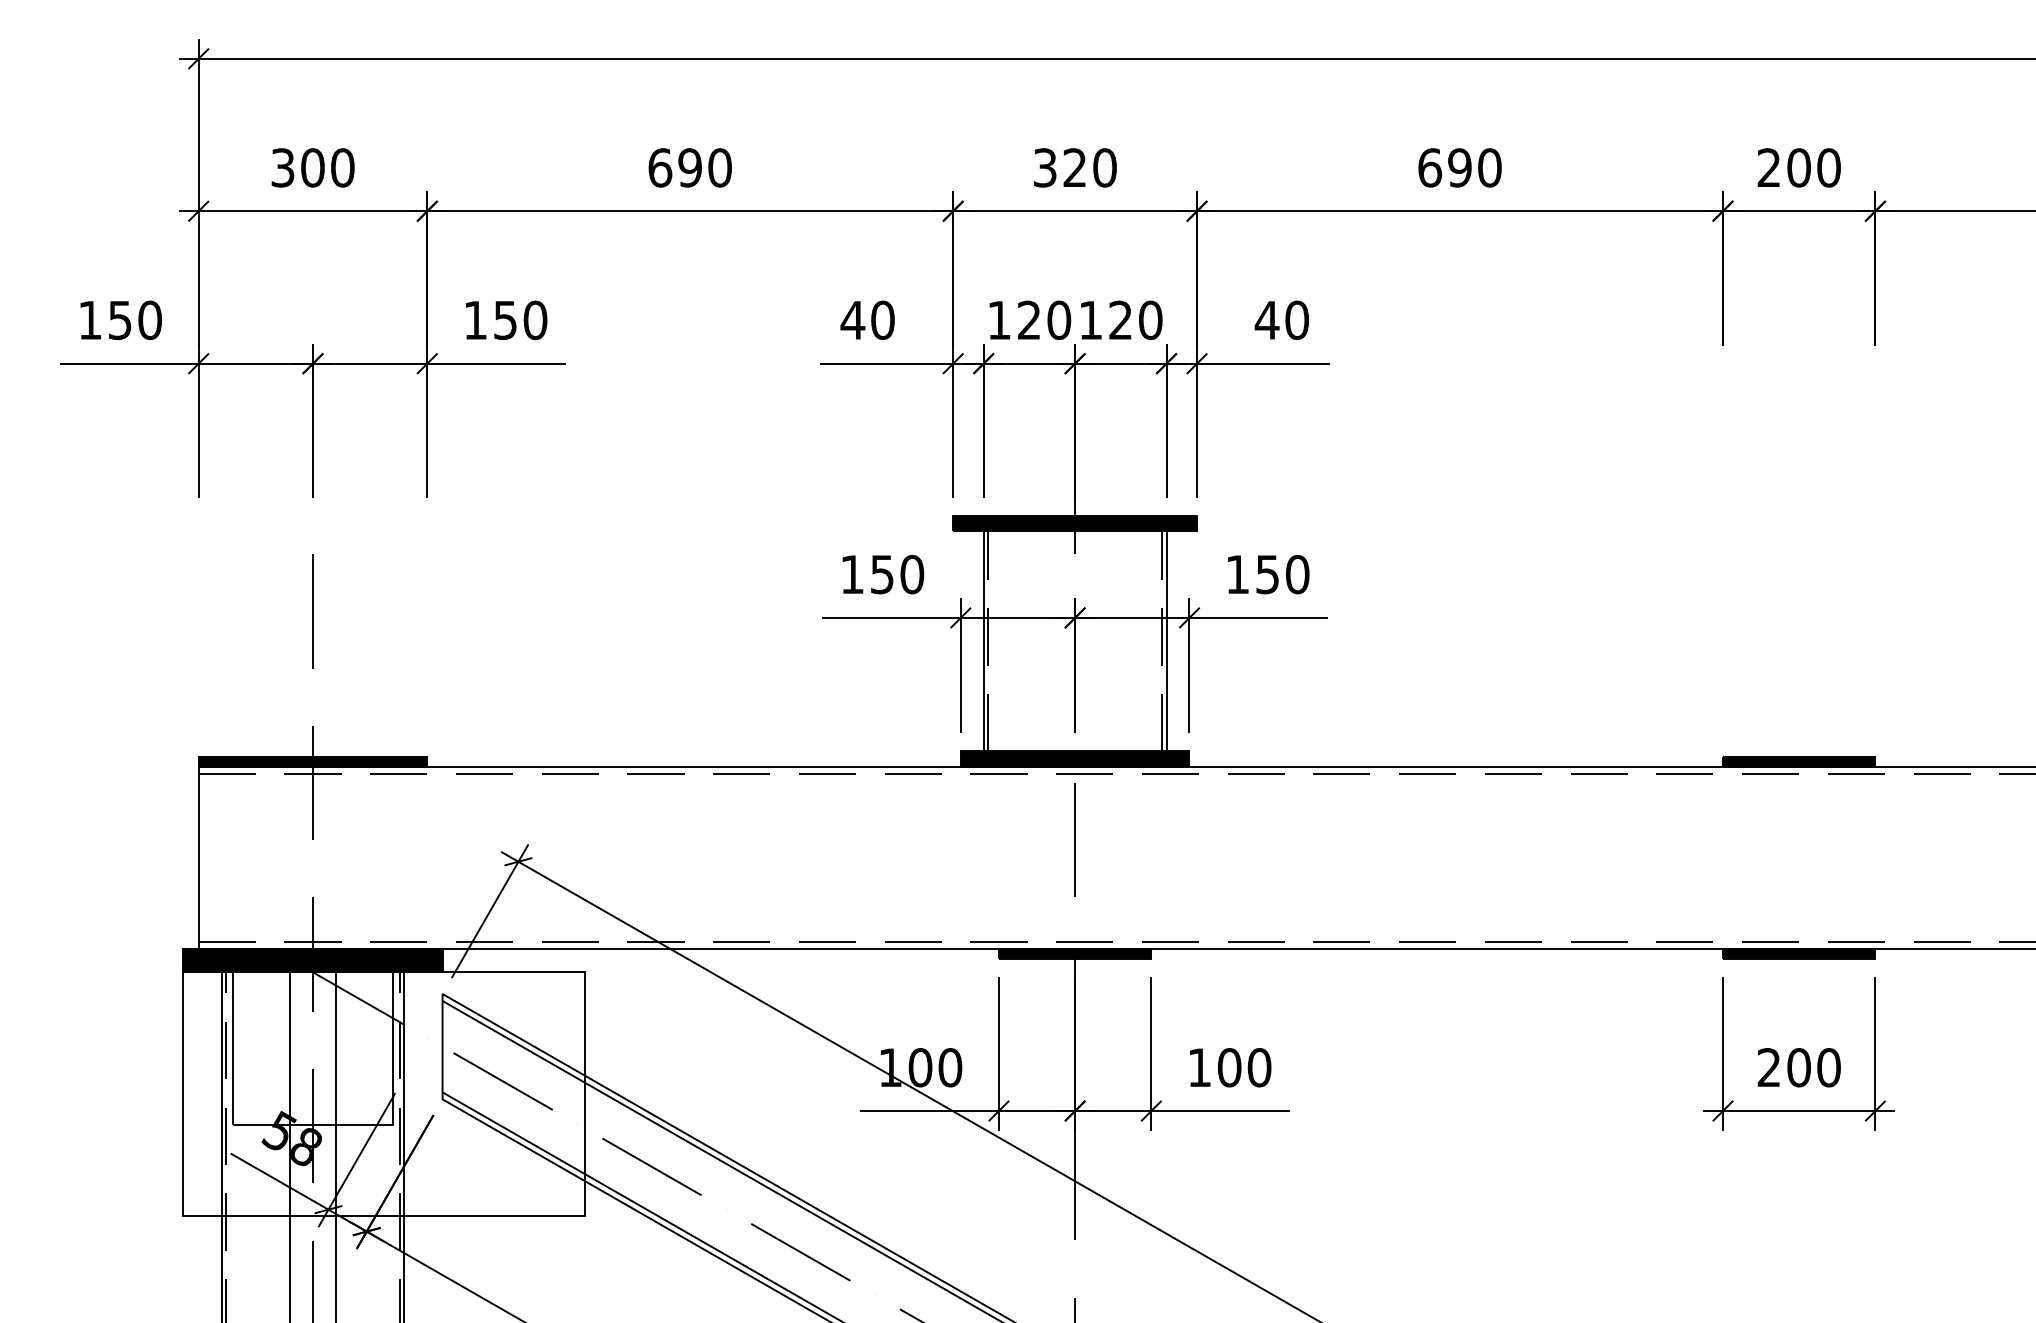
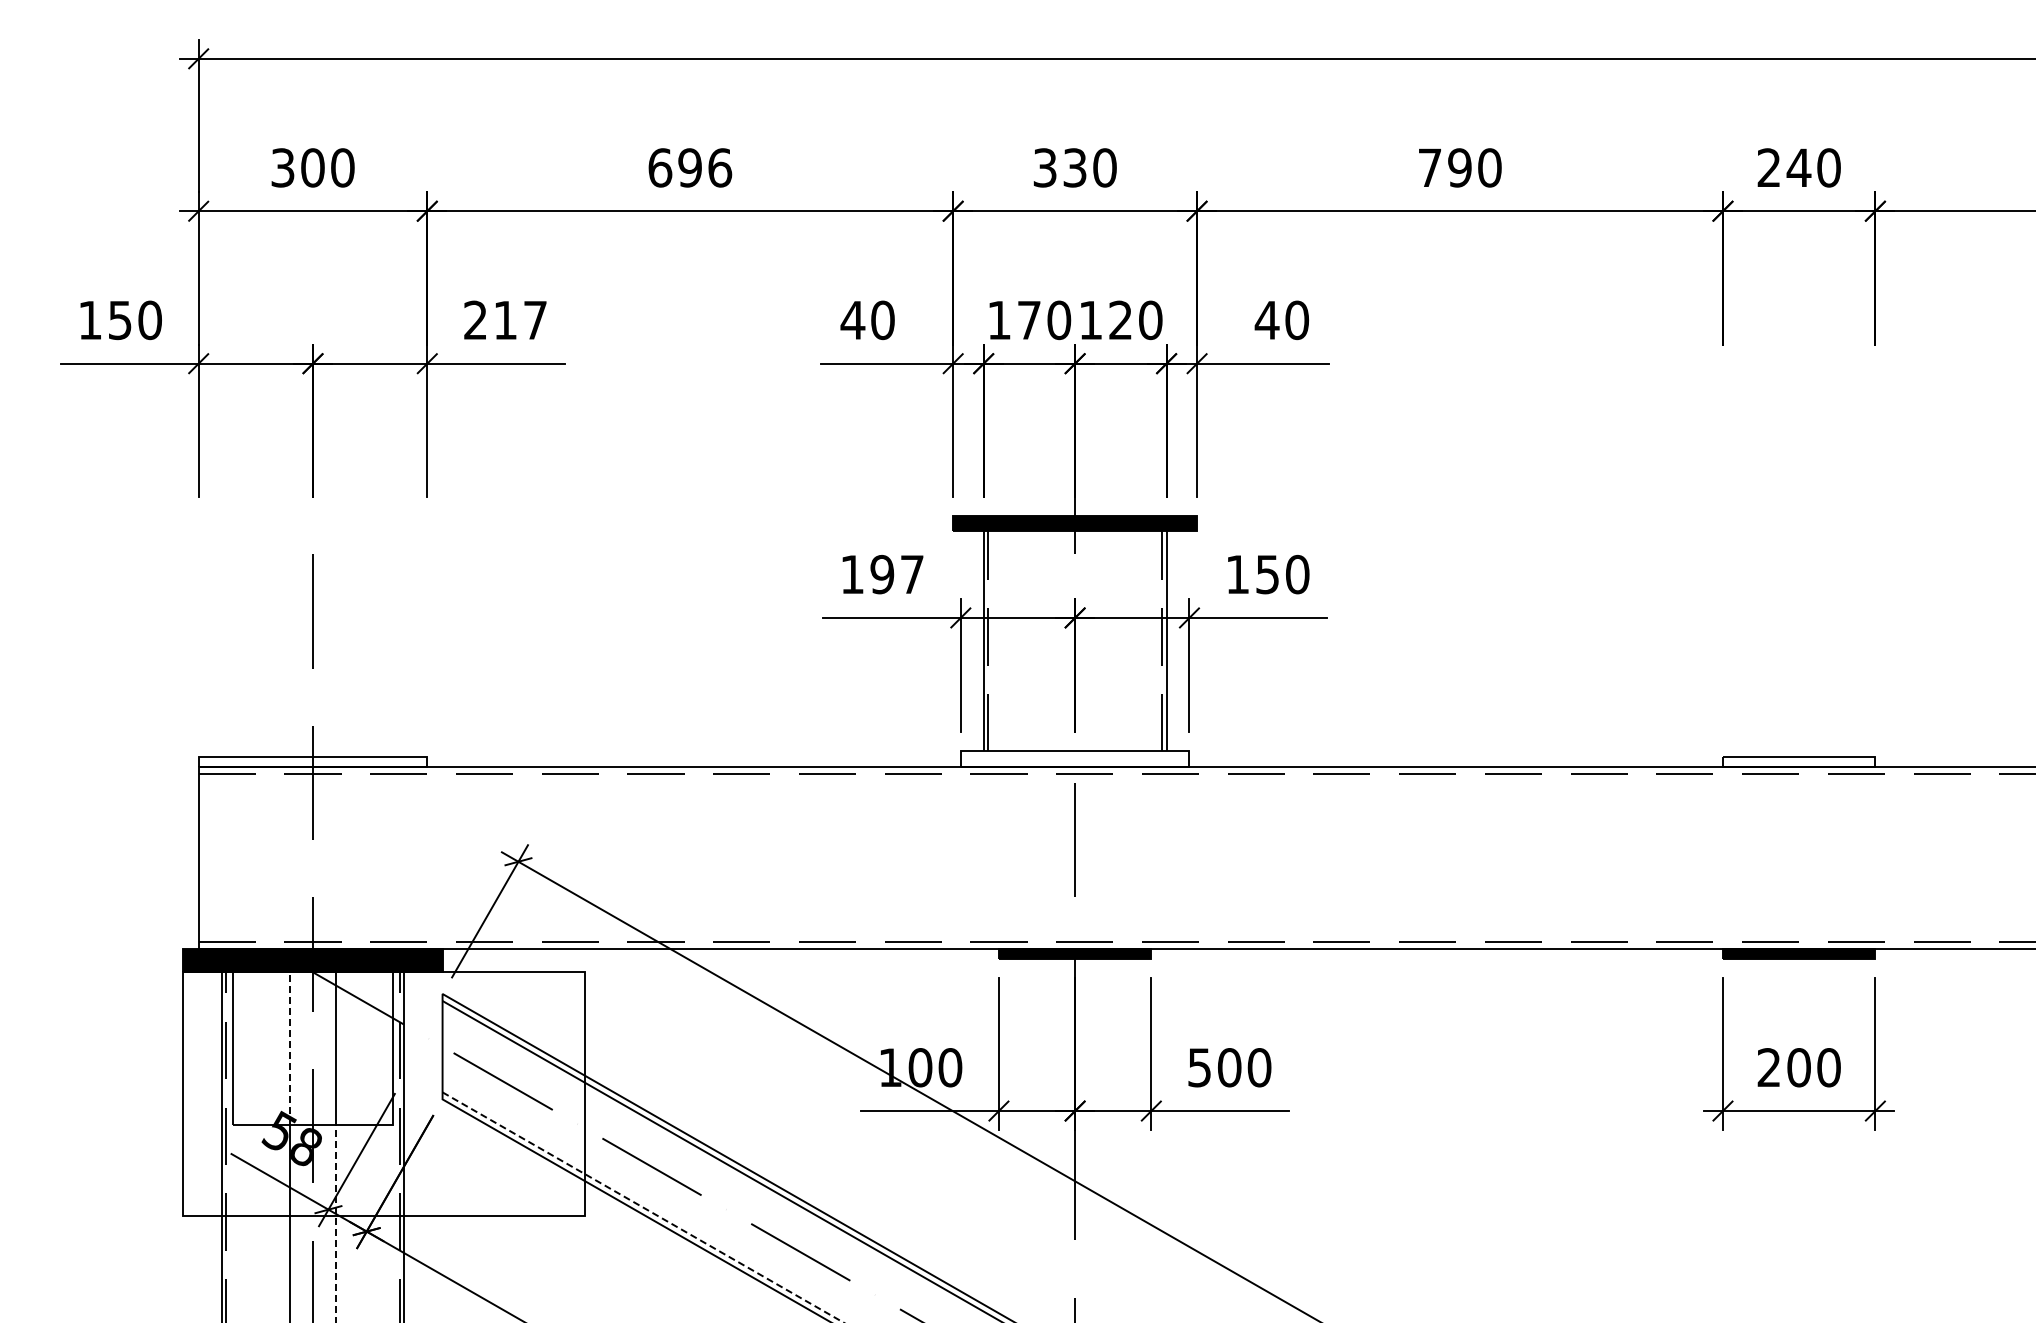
text at (720, 167): 690 -> 696
text at (1074, 167): 320 -> 330
text at (1430, 167): 690 -> 790
text at (1798, 167): 200 -> 240
text at (1029, 319): 120 -> 170
text at (505, 320): 150 -> 217
text at (897, 574): 150 -> 197
fill at (1074, 758): present -> none
fill at (312, 761): present -> none
fill at (1798, 761): present -> none
line at (290, 1048): solid -> dashed
text at (1199, 1067): 100 -> 500
line at (643, 1207): solid -> dashed
line at (335, 1223): solid -> dashed
